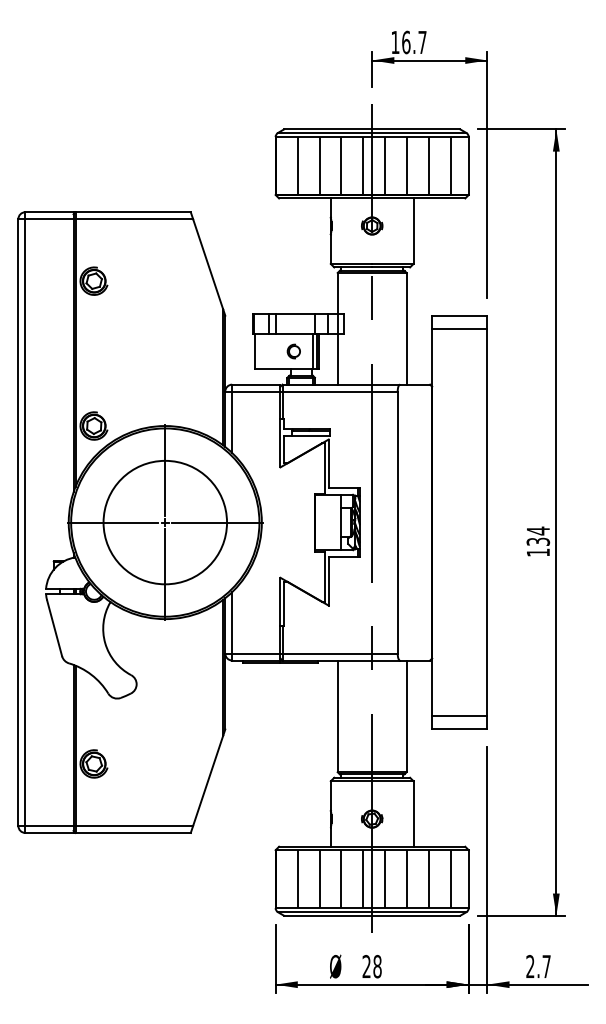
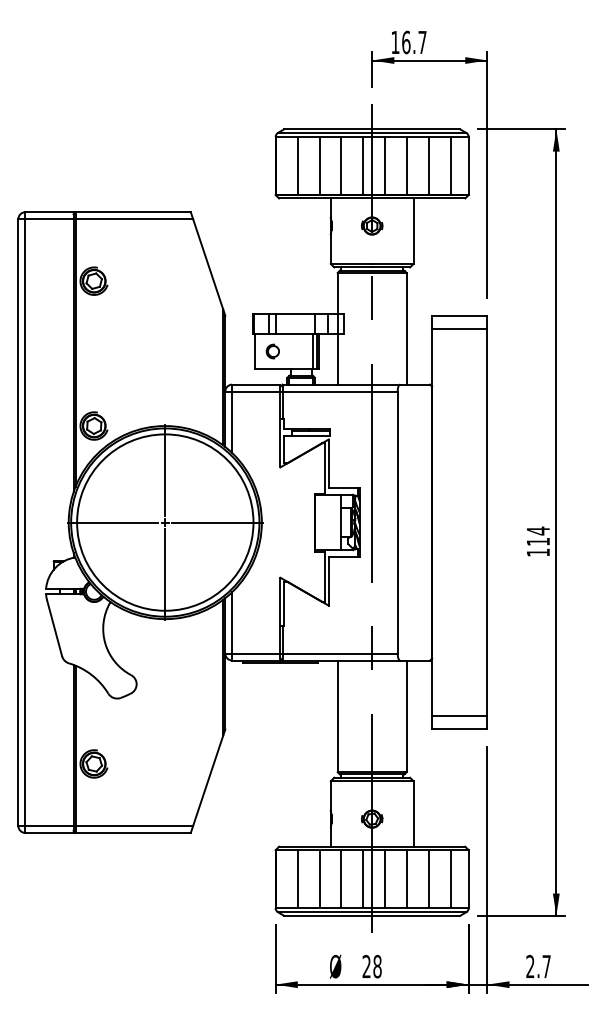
part at (293, 351) position: (293, 351) -> (272, 351)
circle at (165, 522) diameter: 123 px -> 176 px
text at (538, 541): 134 -> 114
